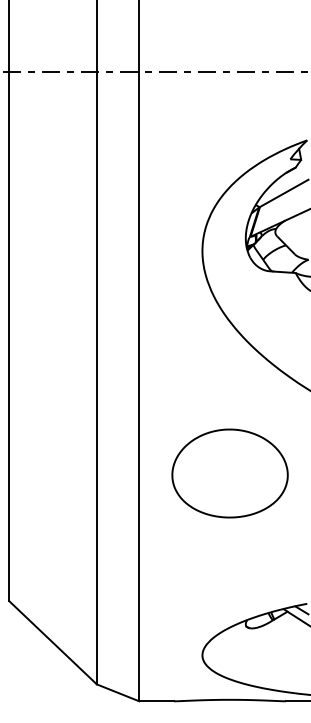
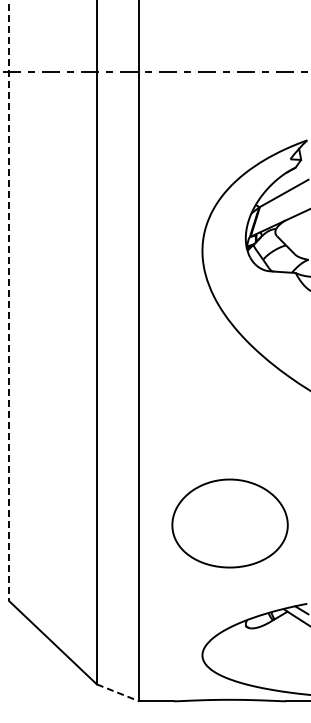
line at (9, 301): solid -> dashed
part at (229, 473) position: (229, 473) -> (229, 523)
line at (118, 692): solid -> dashed
